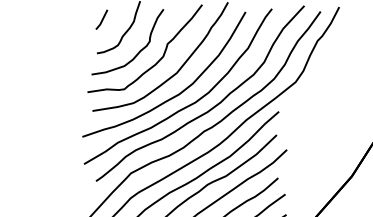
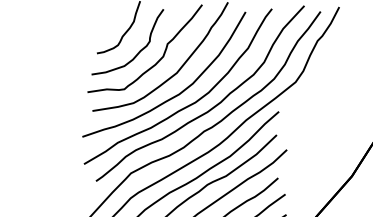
line at (101, 19): present -> none
